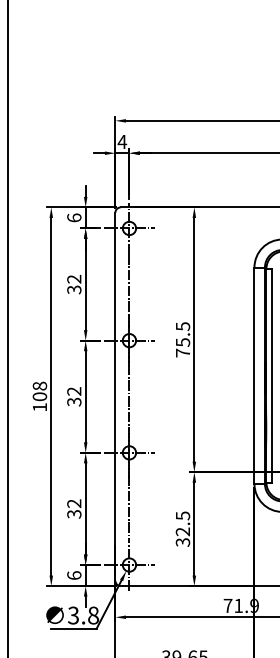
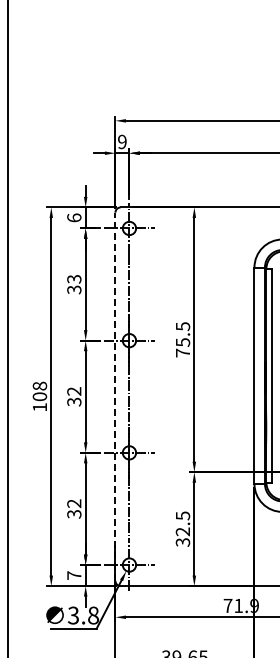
text at (122, 141): 4 -> 9
text at (74, 279): 32 -> 33
line at (115, 396): solid -> dashed
text at (74, 575): 6 -> 7
